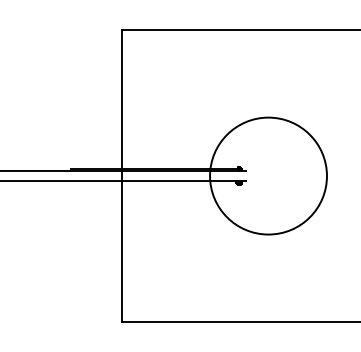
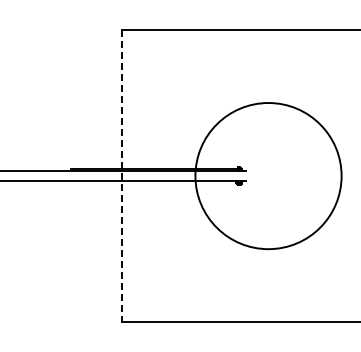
circle at (268, 175) diameter: 117 px -> 146 px
line at (122, 176): solid -> dashed
